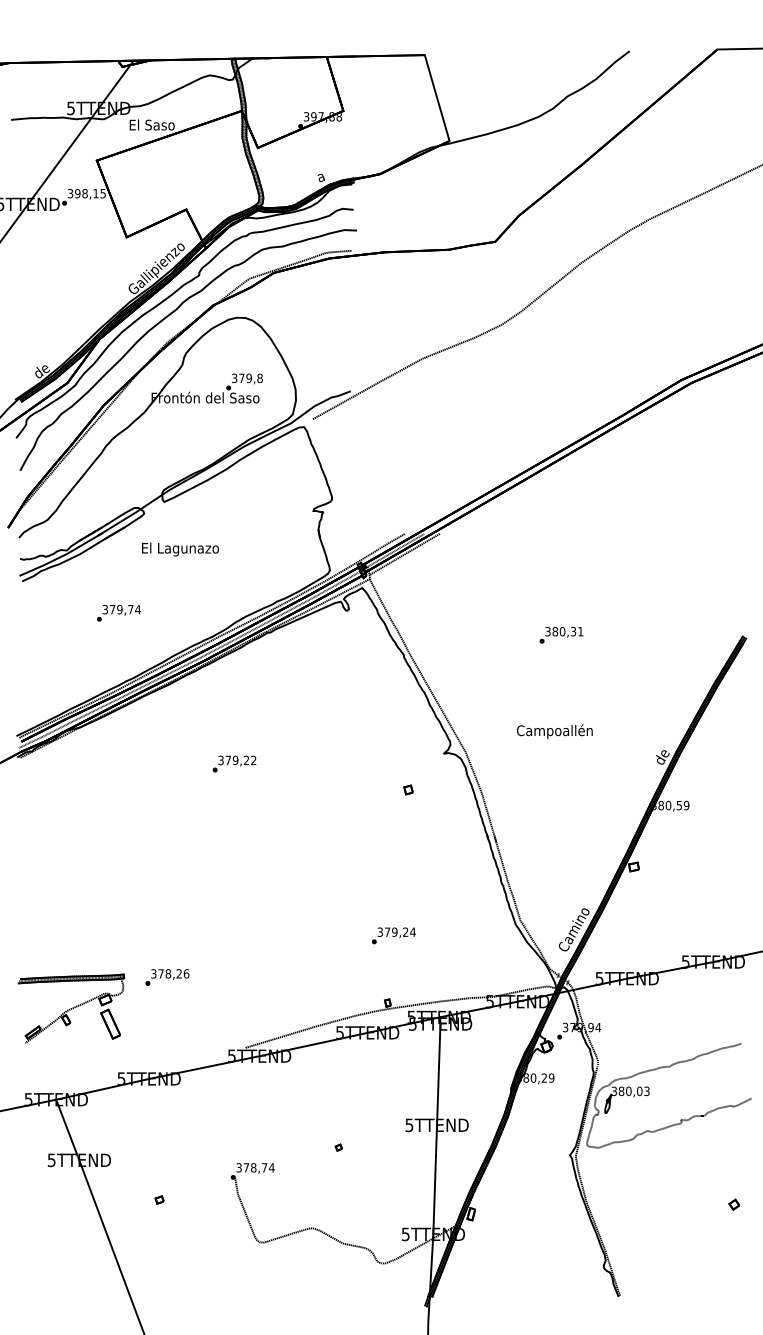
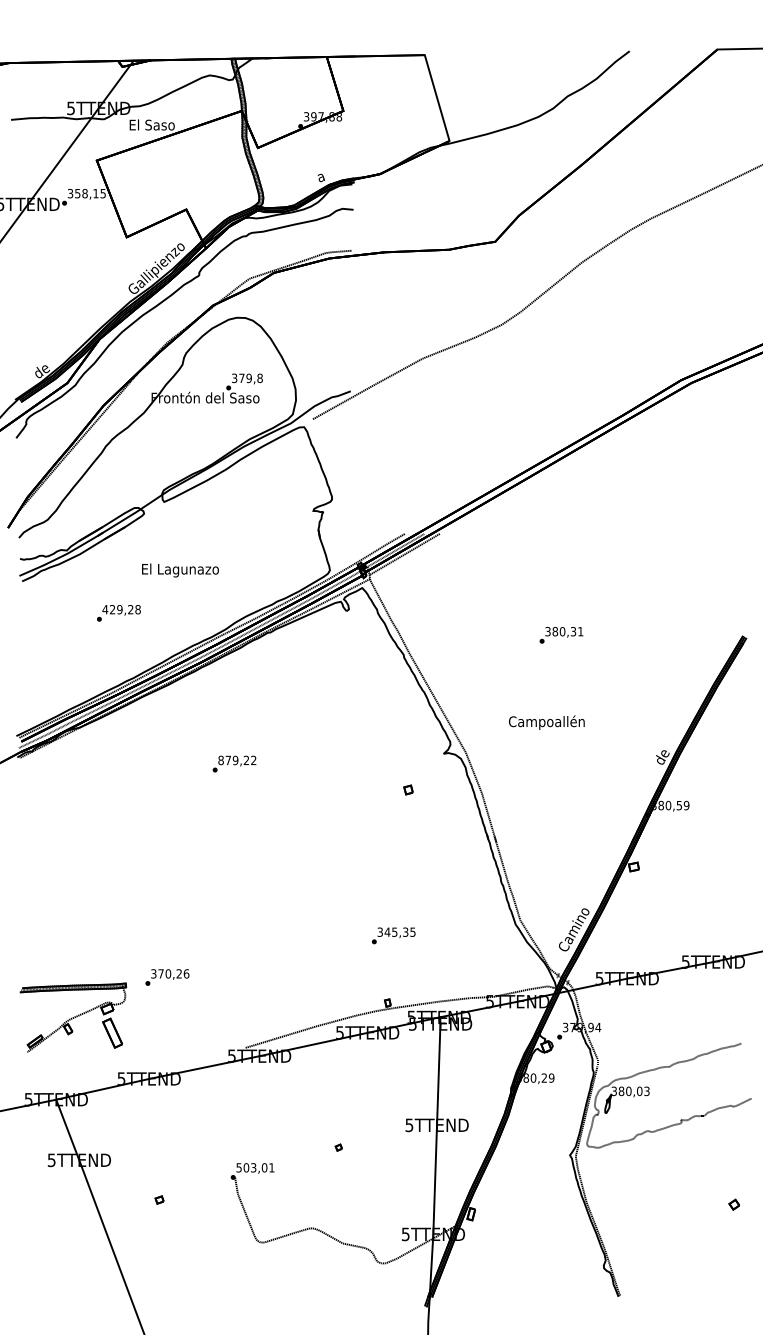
text at (77, 193): 398,15 -> 358,15
part at (166, 318): present -> none
text at (180, 549) position: (180, 549) -> (180, 570)
text at (121, 609): 379,74 -> 429,28
text at (554, 731) position: (554, 731) -> (546, 722)
text at (220, 760): 379,22 -> 879,22
text at (399, 931): 379,24 -> 345,35
text at (168, 973): 378,26 -> 370,26
part at (71, 1008) position: (71, 1008) -> (73, 1017)
text at (255, 1167): 378,74 -> 503,01
